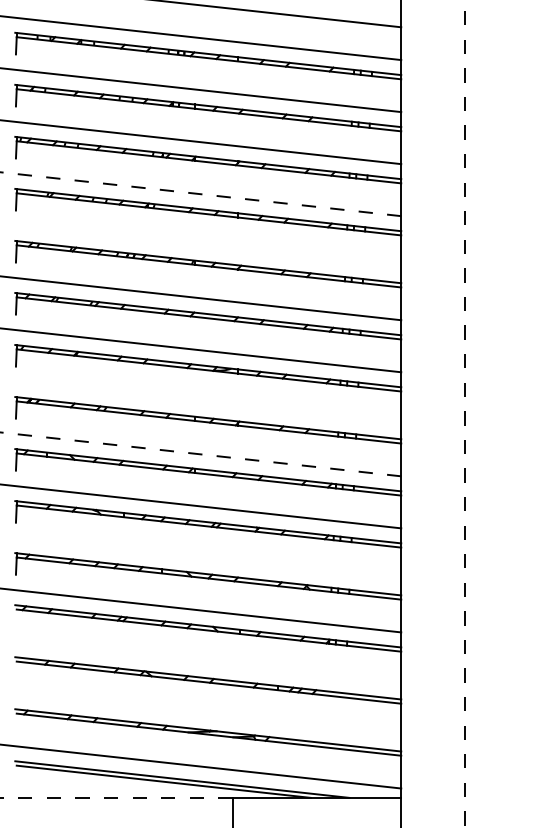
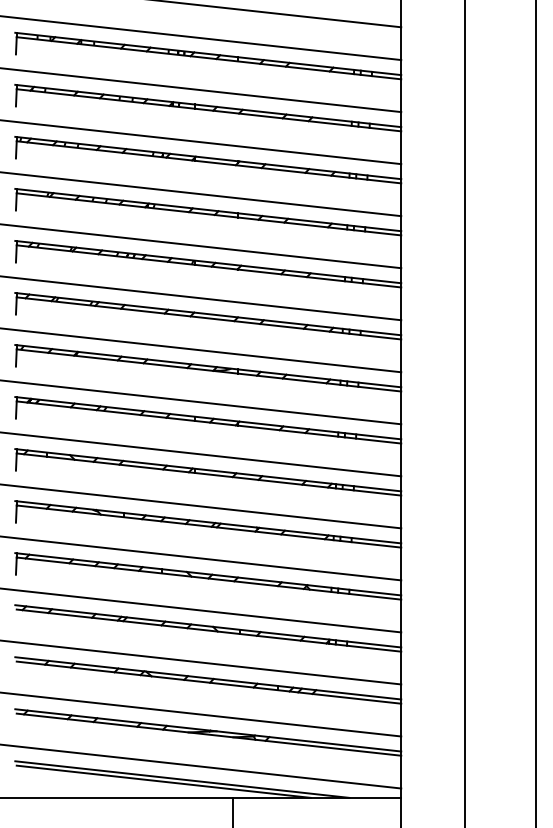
line at (200, 194): dashed -> solid
line at (201, 246): none -> present
line at (201, 402): none -> present
line at (464, 413): dashed -> solid
line at (536, 413): none -> present
line at (200, 454): dashed -> solid
line at (201, 558): none -> present
line at (201, 662): none -> present
line at (201, 714): none -> present
line at (116, 797): dashed -> solid
